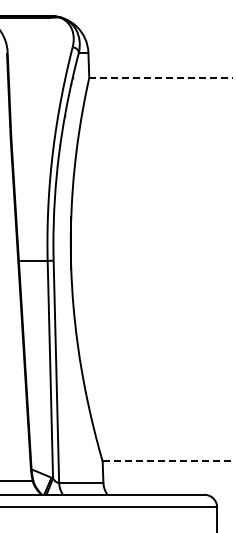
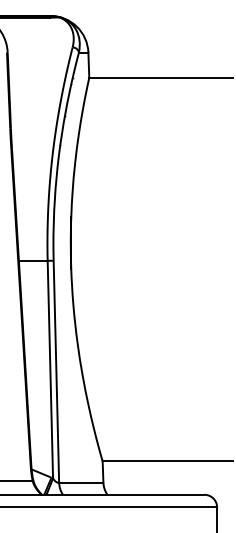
line at (161, 78): dashed -> solid
line at (168, 460): dashed -> solid
